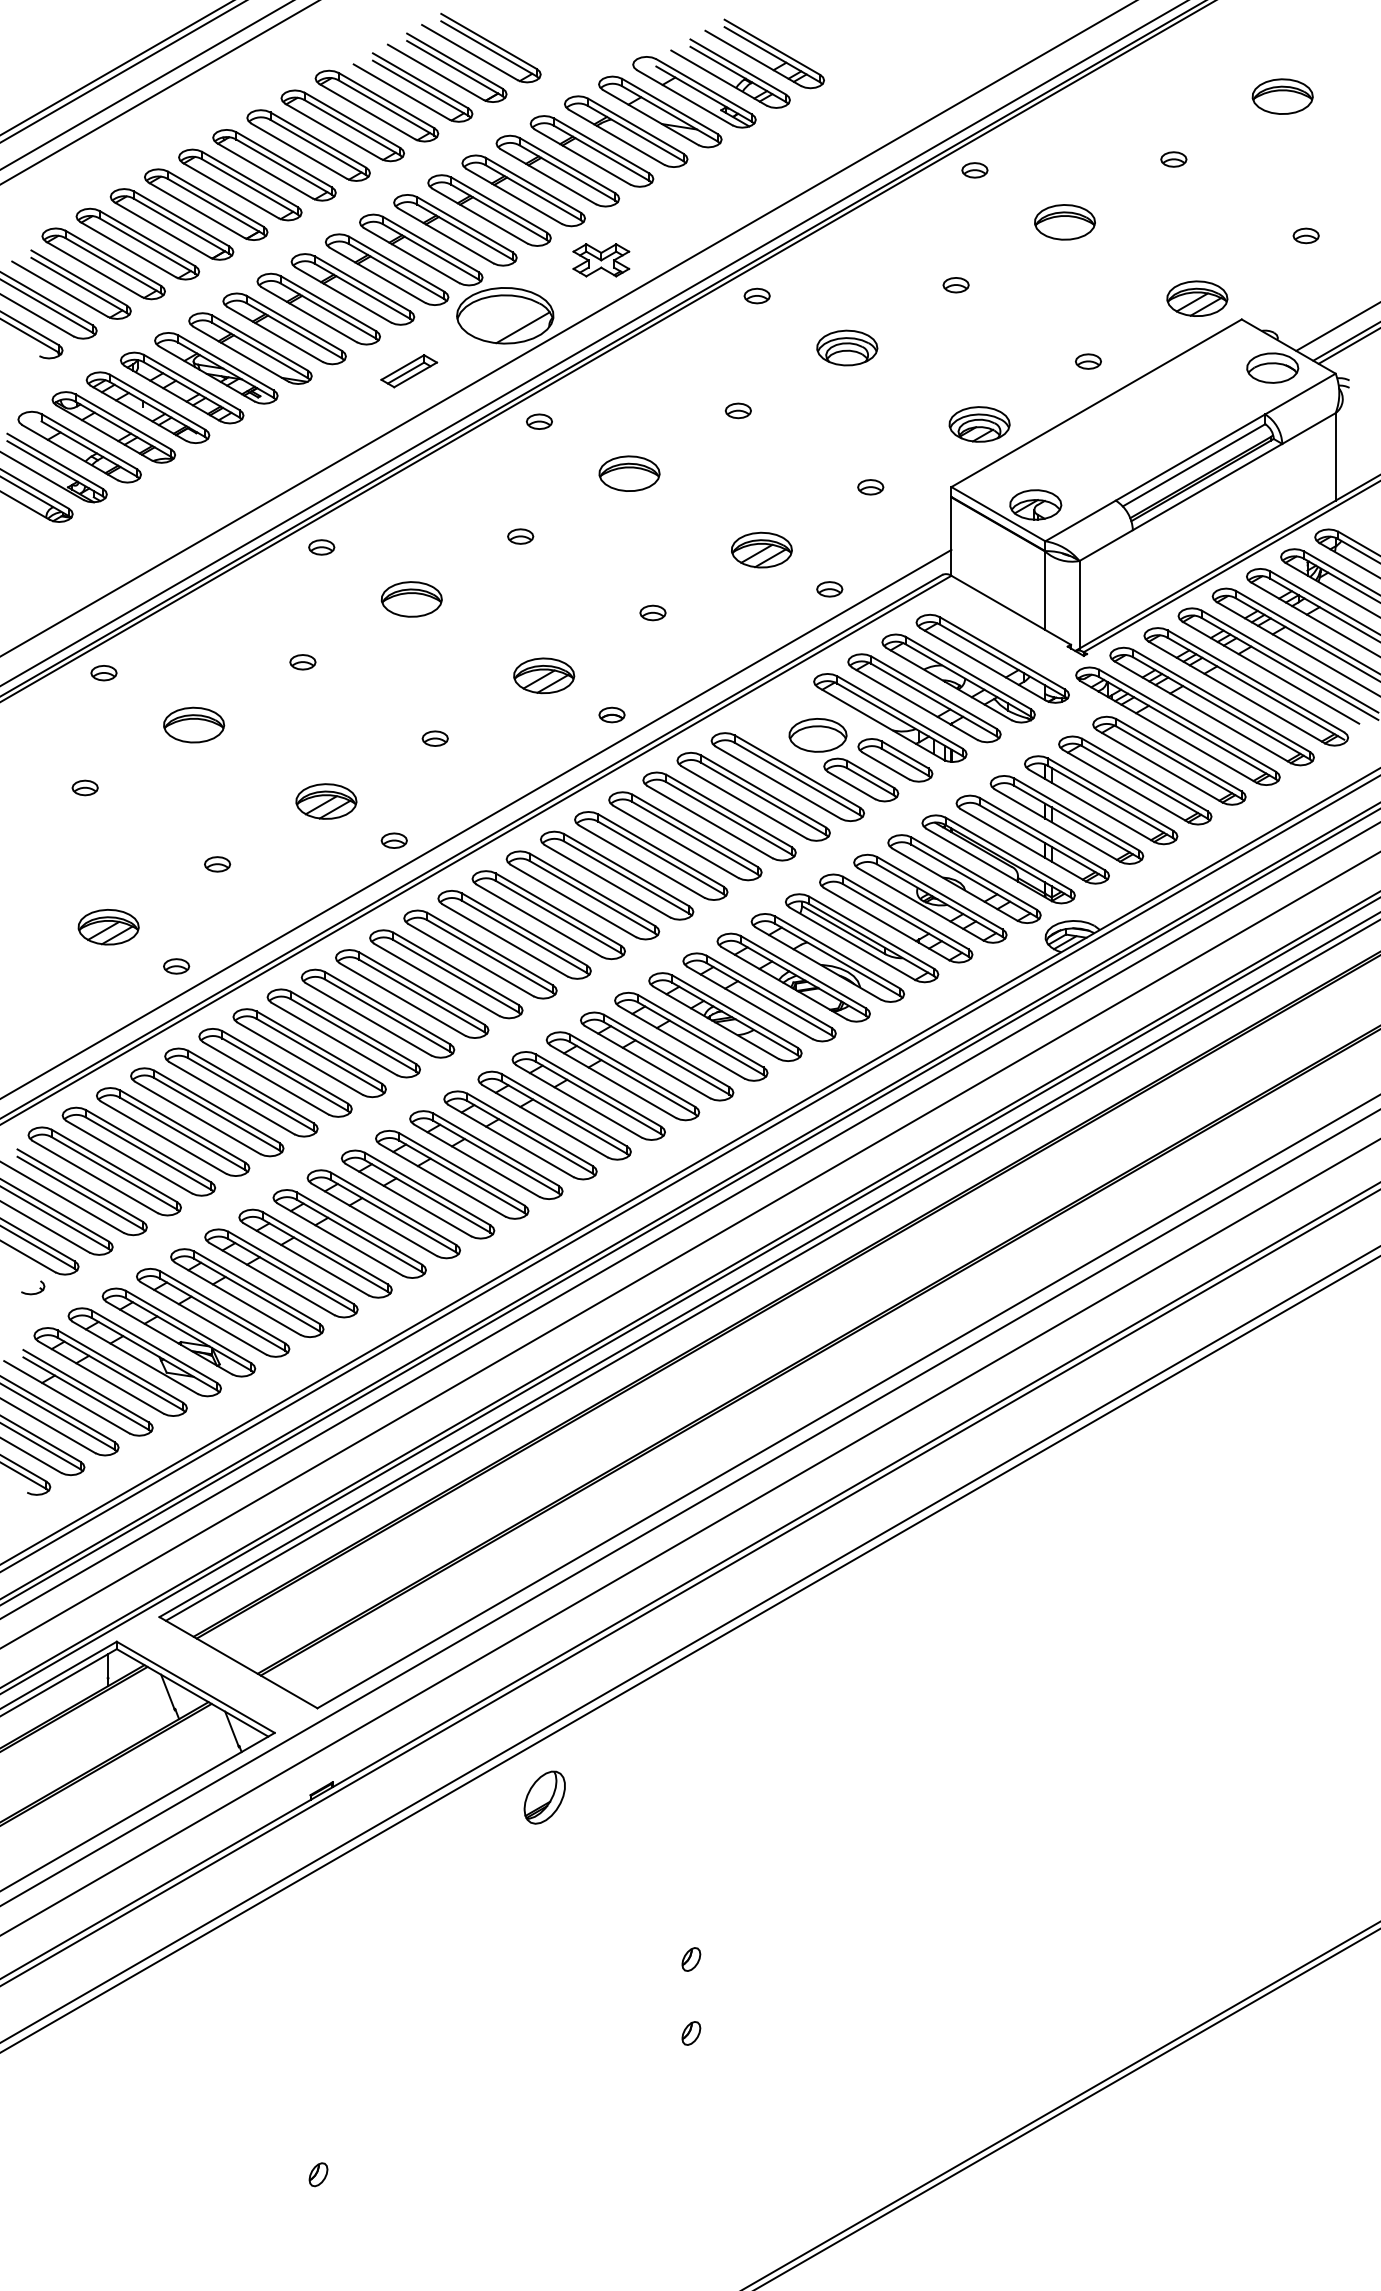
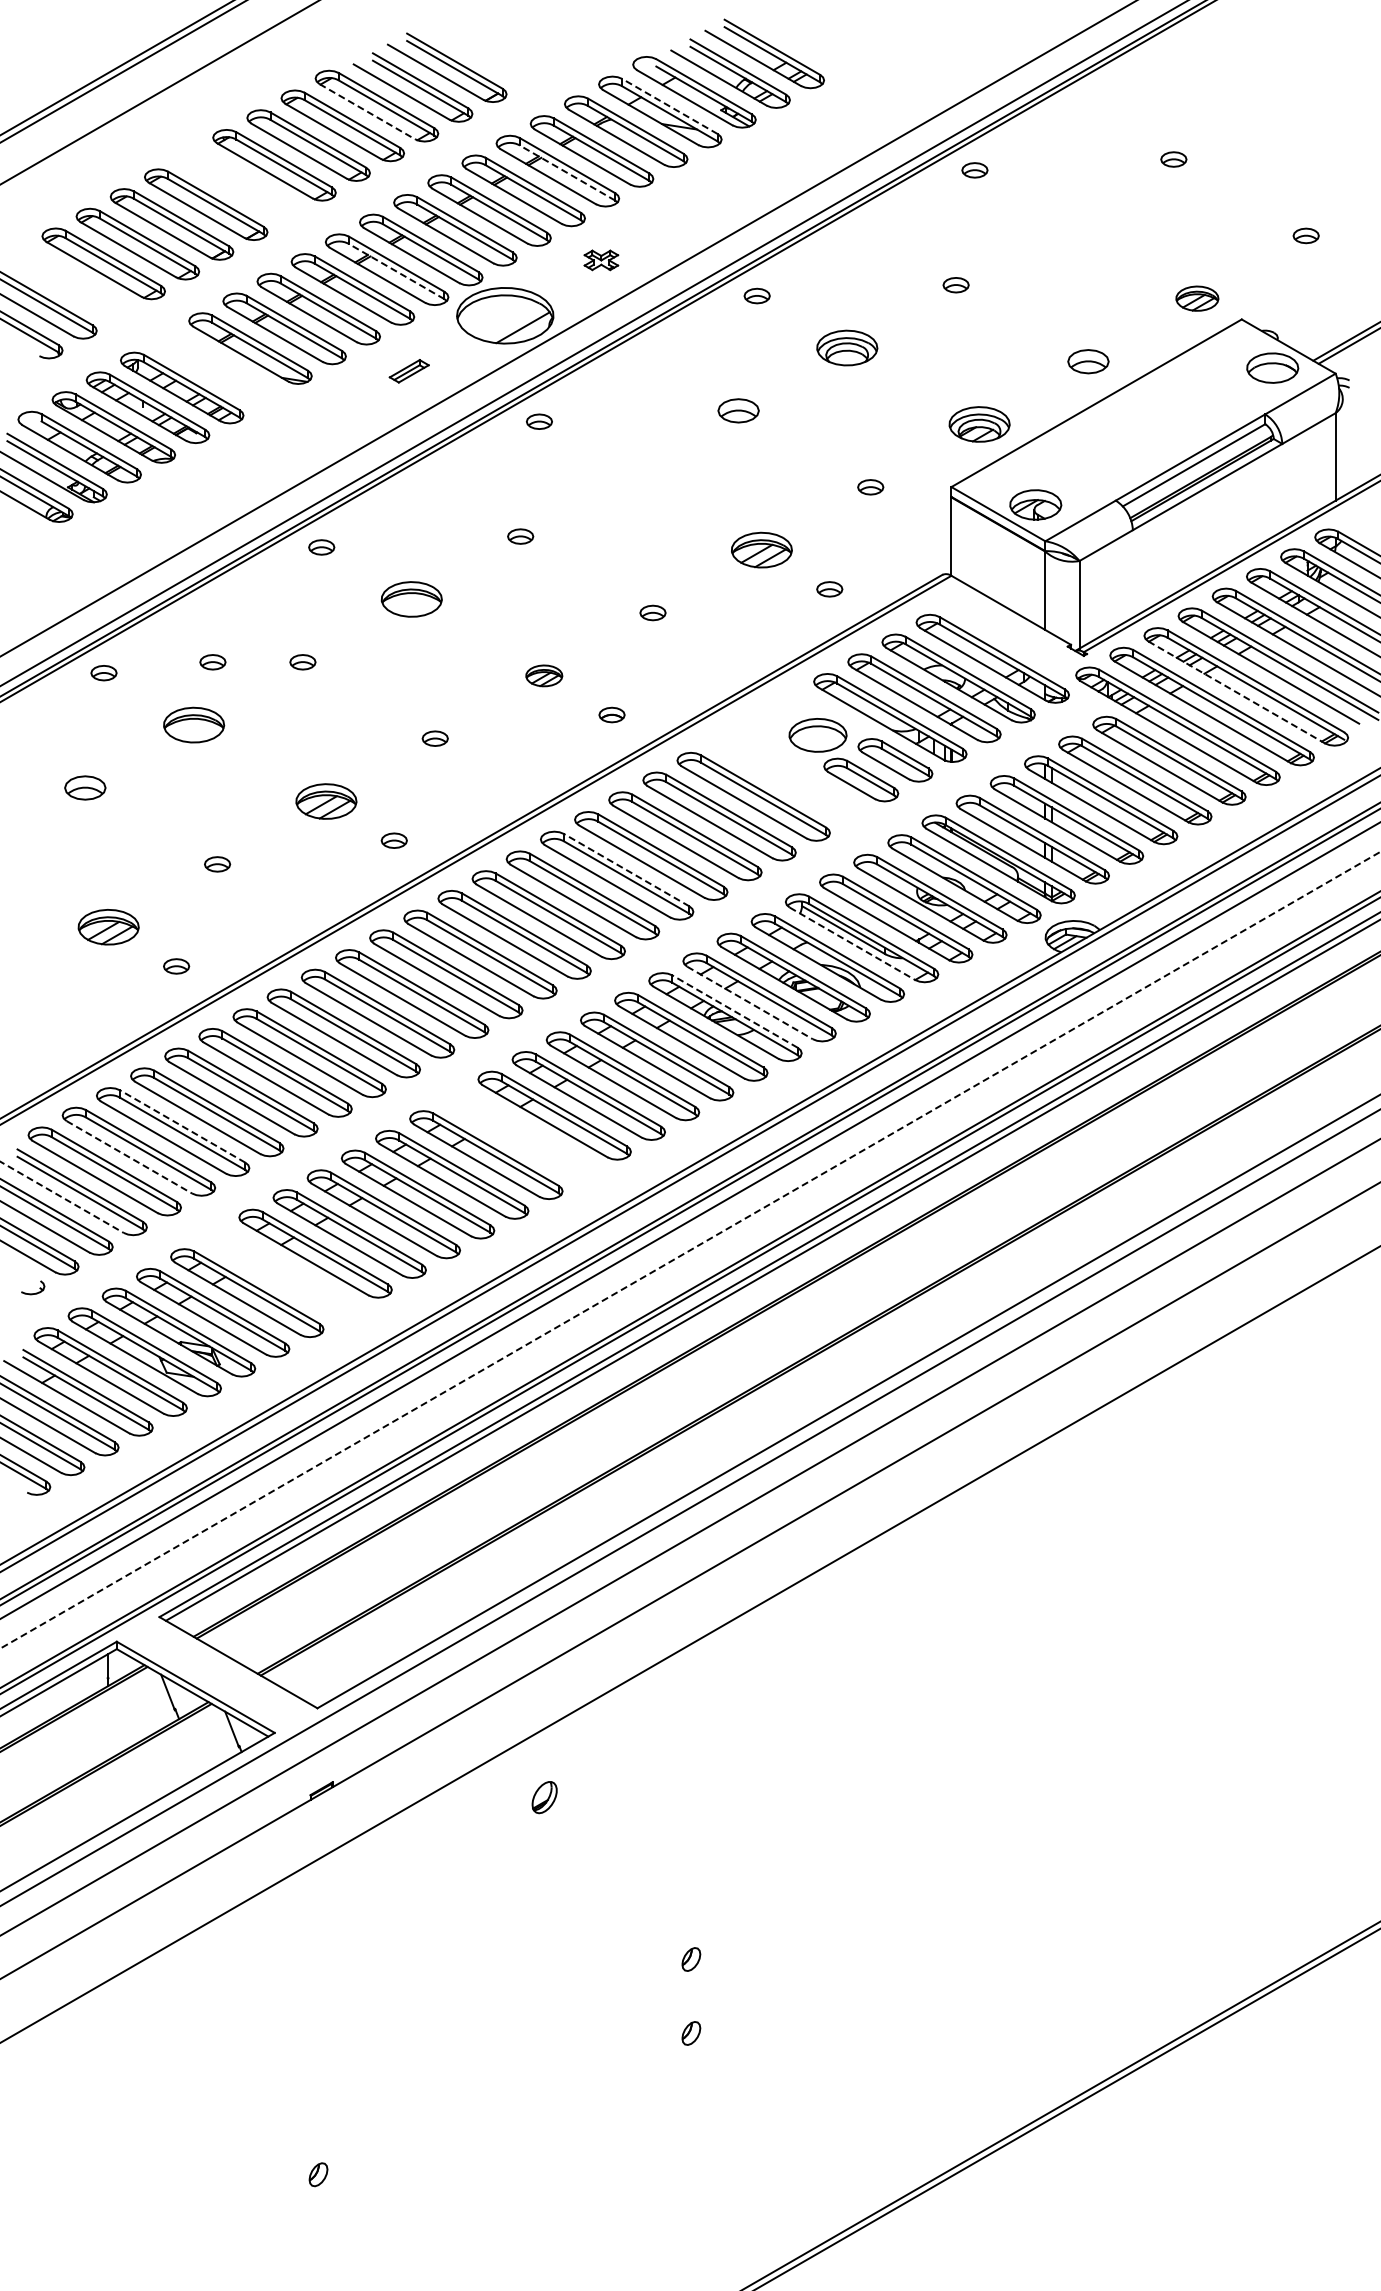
part at (481, 47): present -> none
line at (146, 85): present -> none
part at (1282, 96): present -> none
line at (669, 106): solid -> dashed
line at (367, 111): solid -> dashed
line at (567, 172): solid -> dashed
part at (240, 184): present -> none
part at (1064, 222): present -> none
part at (601, 260) size: 59x35 px -> 37x23 px
line at (396, 271): solid -> dashed
part at (71, 284): present -> none
part at (1197, 298) size: 63x37 px -> 45x27 px
line at (1336, 326): present -> none
part at (1088, 361) size: 27x17 px -> 43x26 px
part at (216, 368): present -> none
part at (409, 371) size: 59x35 px -> 42x25 px
part at (737, 410) size: 28x18 px -> 43x26 px
part at (629, 473): present -> none
part at (212, 662): none -> present
part at (544, 675) size: 63x38 px -> 39x24 px
line at (1236, 692): solid -> dashed
part at (787, 776): present -> none
part at (84, 787) size: 28x18 px -> 43x26 px
line at (476, 823): present -> none
line at (626, 869): solid -> dashed
line at (852, 944): solid -> dashed
line at (750, 1003): solid -> dashed
line at (734, 1011): solid -> dashed
line at (182, 1126): solid -> dashed
part at (520, 1135): present -> none
line at (129, 1157): solid -> dashed
line at (62, 1197): solid -> dashed
line at (690, 1250): solid -> dashed
part at (281, 1273): present -> none
line at (689, 1587): present -> none
line at (689, 1654): present -> none
part at (544, 1797) size: 43x55 px -> 27x34 px
